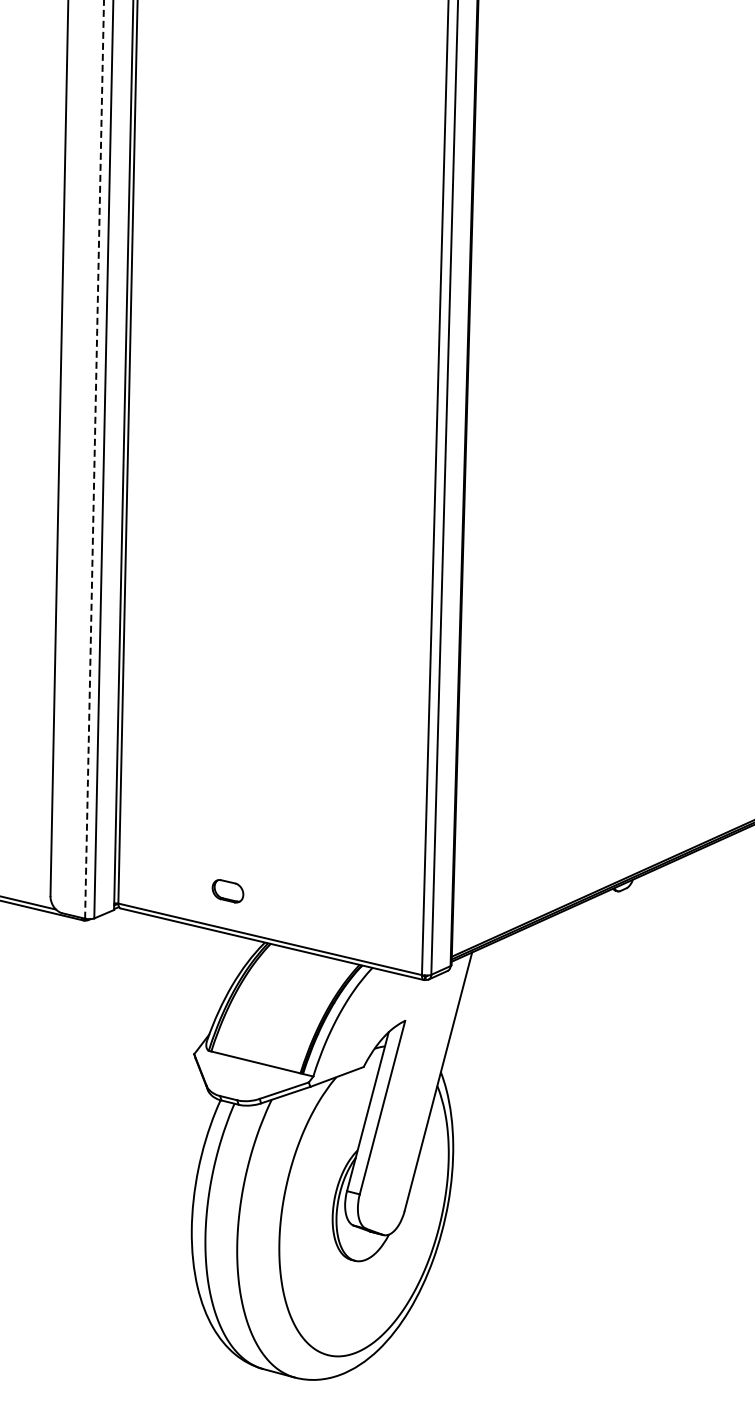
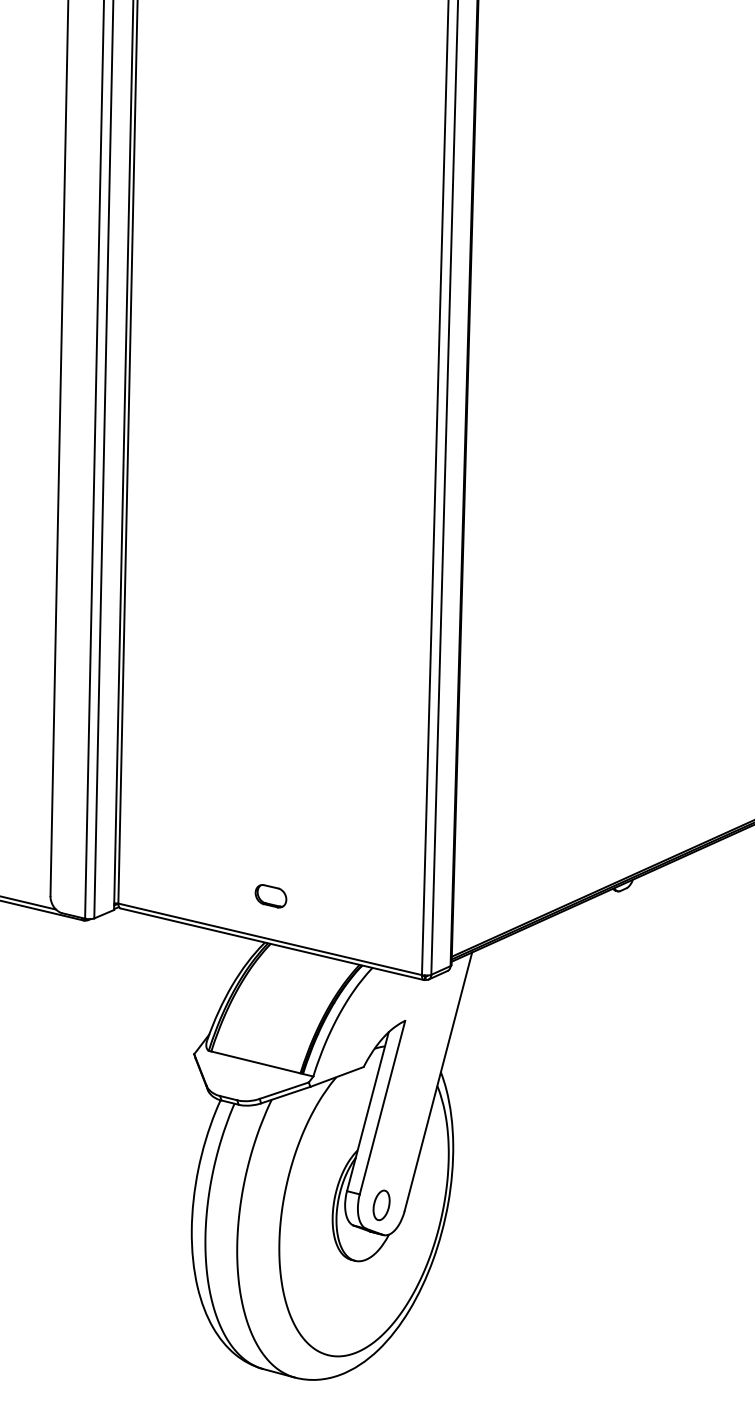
line at (94, 458): dashed -> solid
part at (227, 891) position: (227, 891) -> (270, 896)
part at (381, 1205): none -> present
